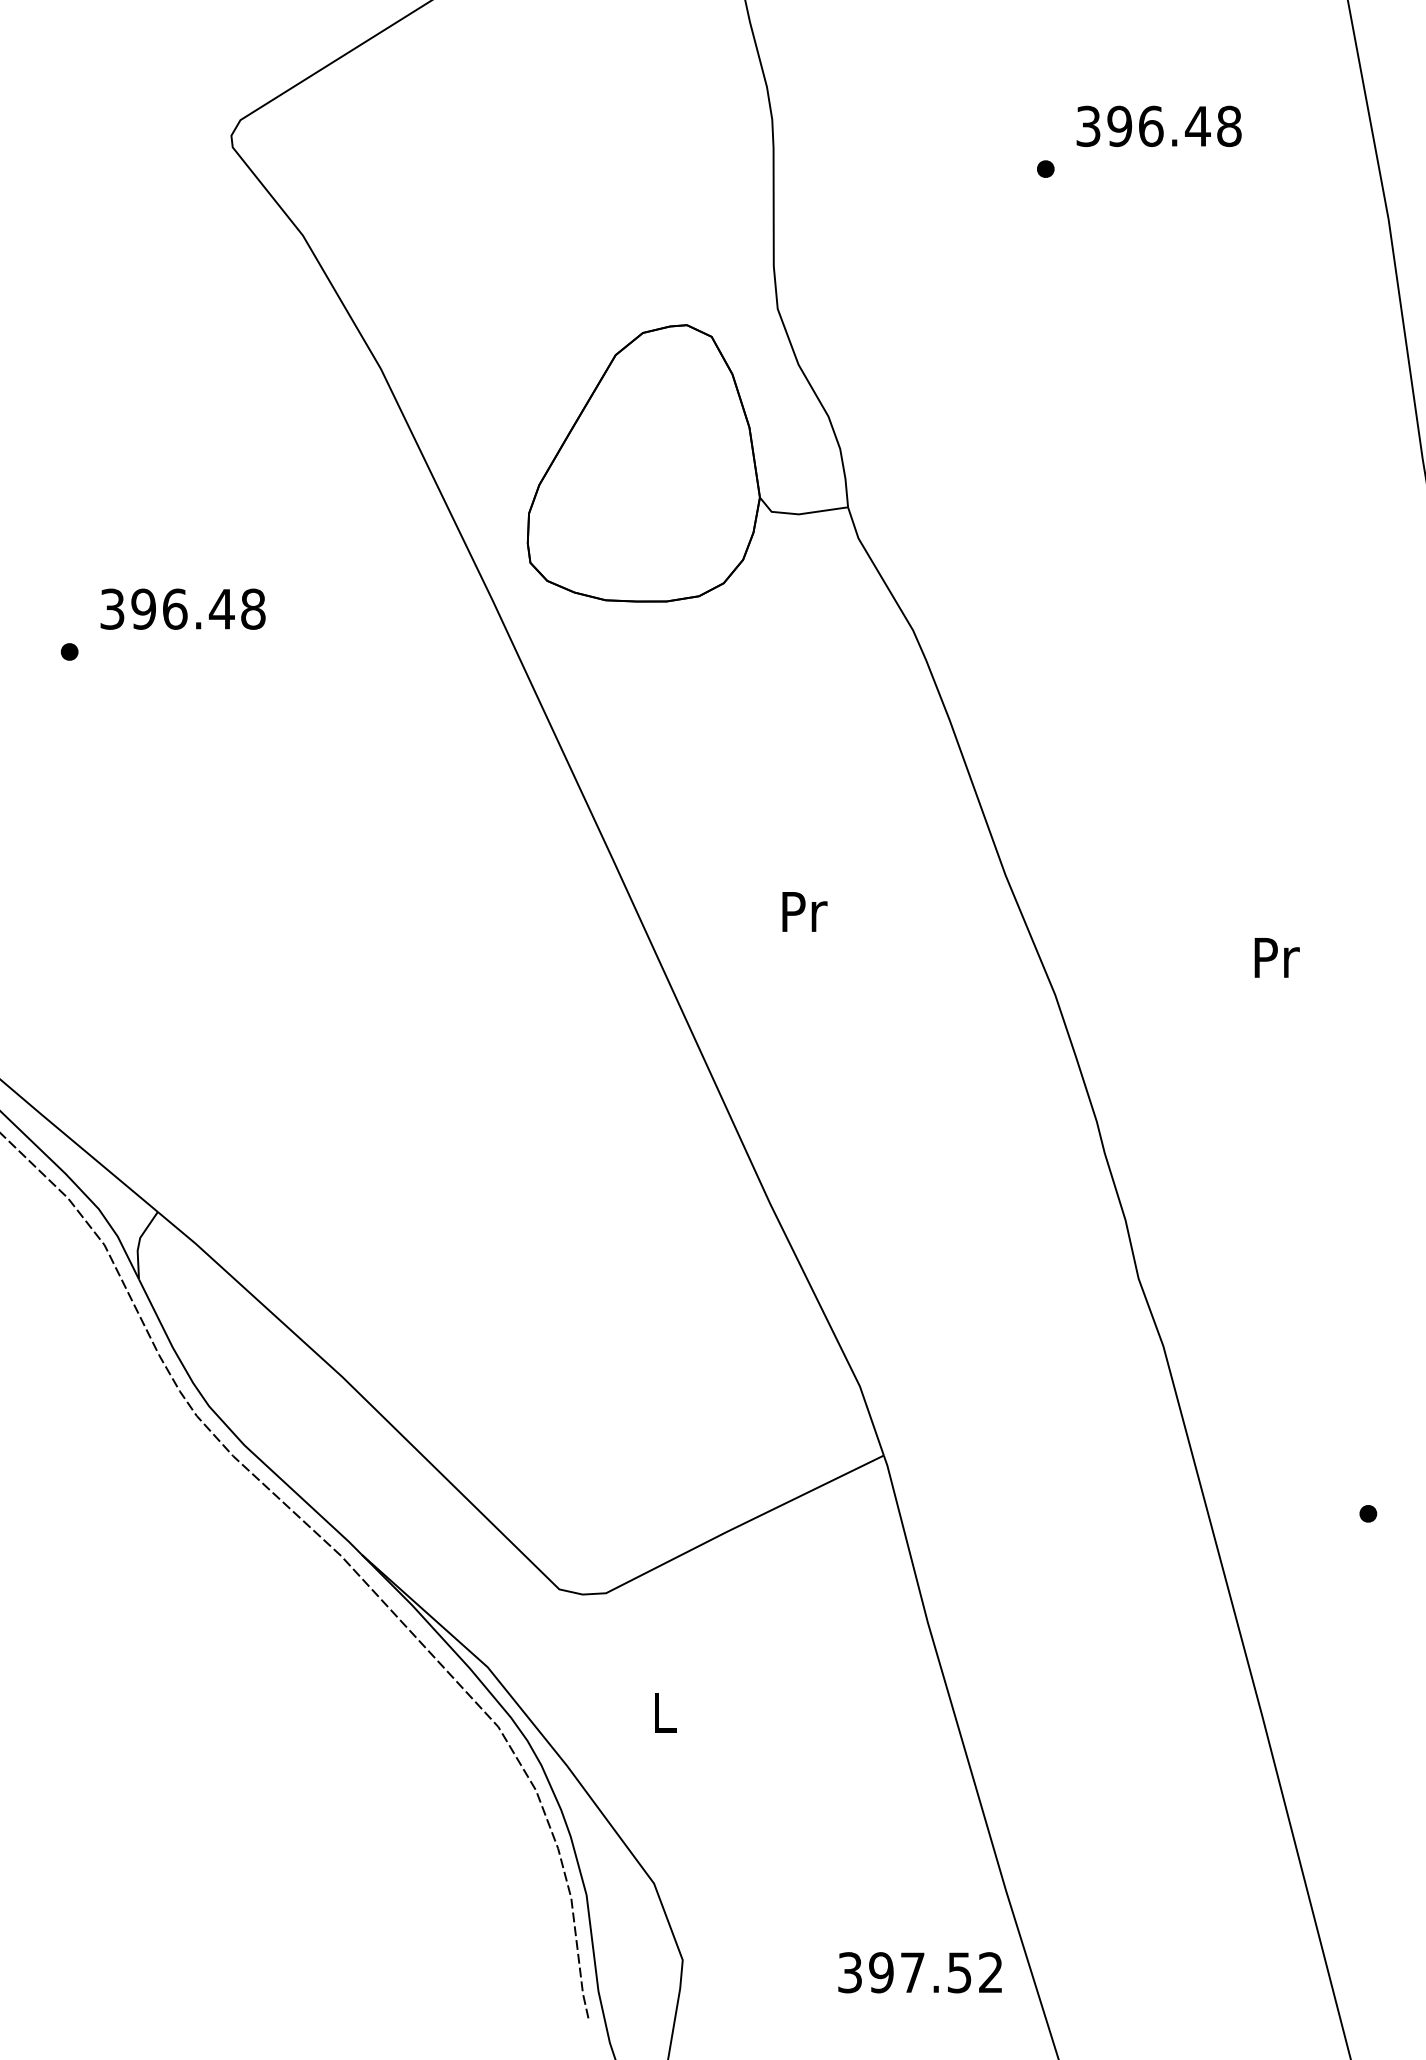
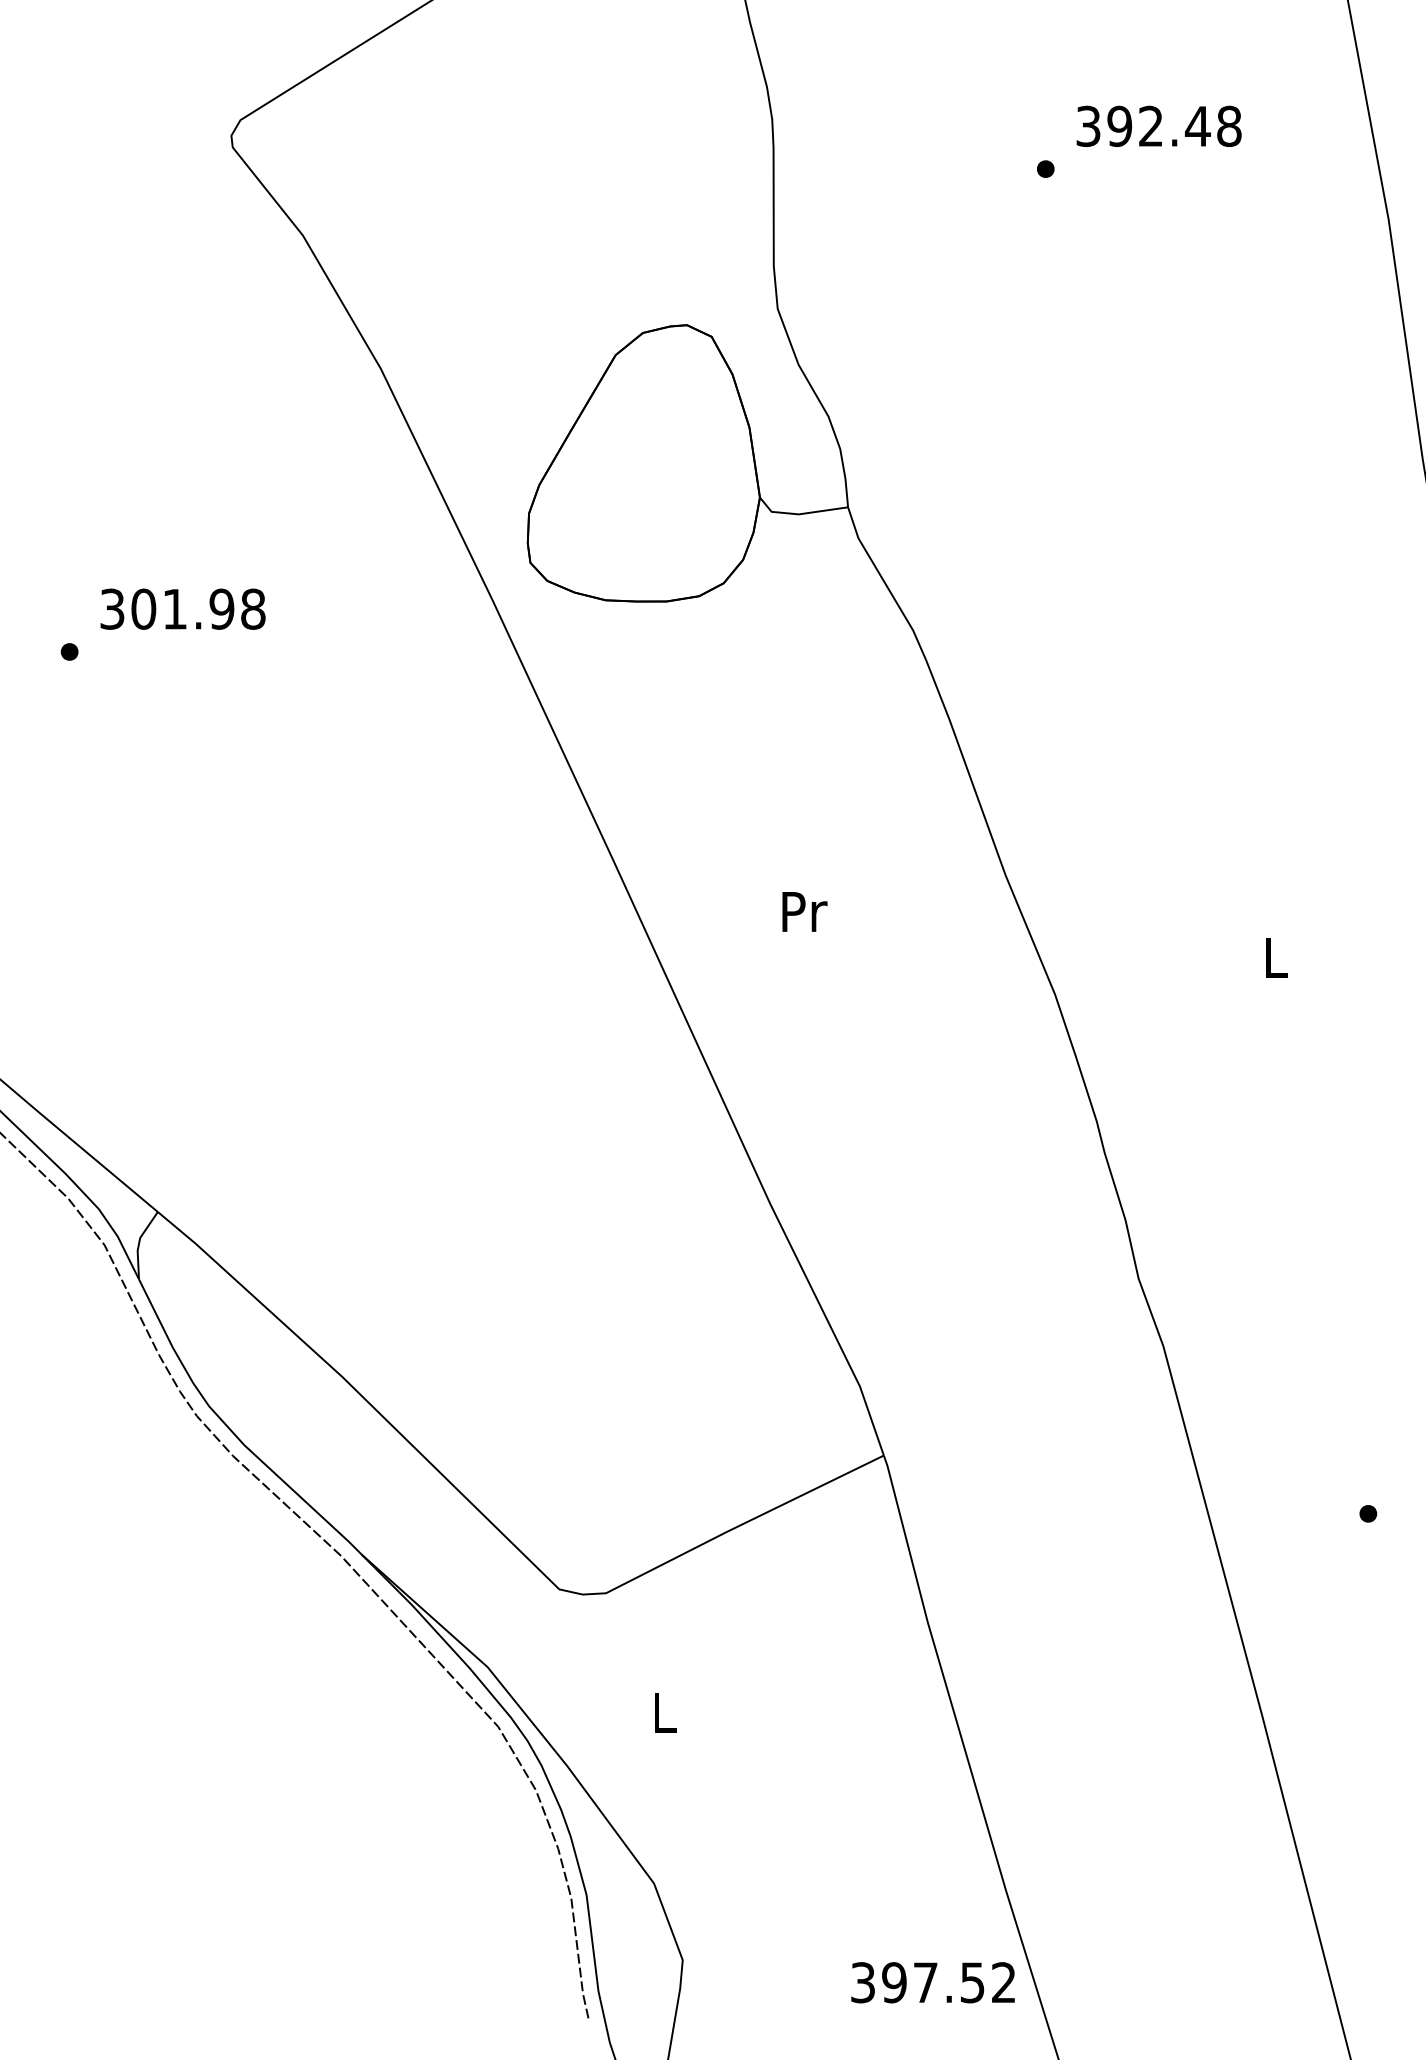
text at (1151, 126): 396.48 -> 392.48
text at (182, 608): 396.48 -> 301.98
text at (1276, 957): Pr -> L
text at (919, 1972) position: (919, 1972) -> (932, 1982)
